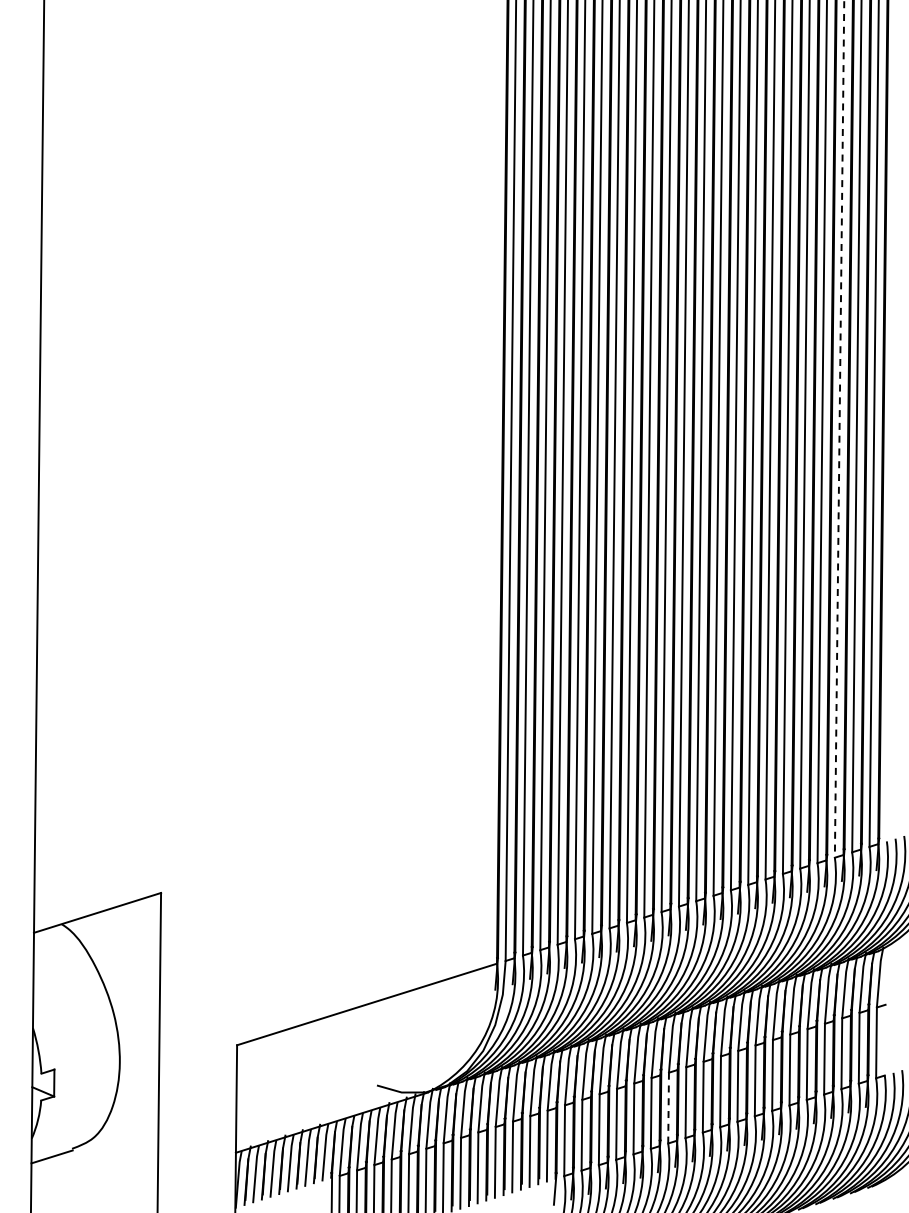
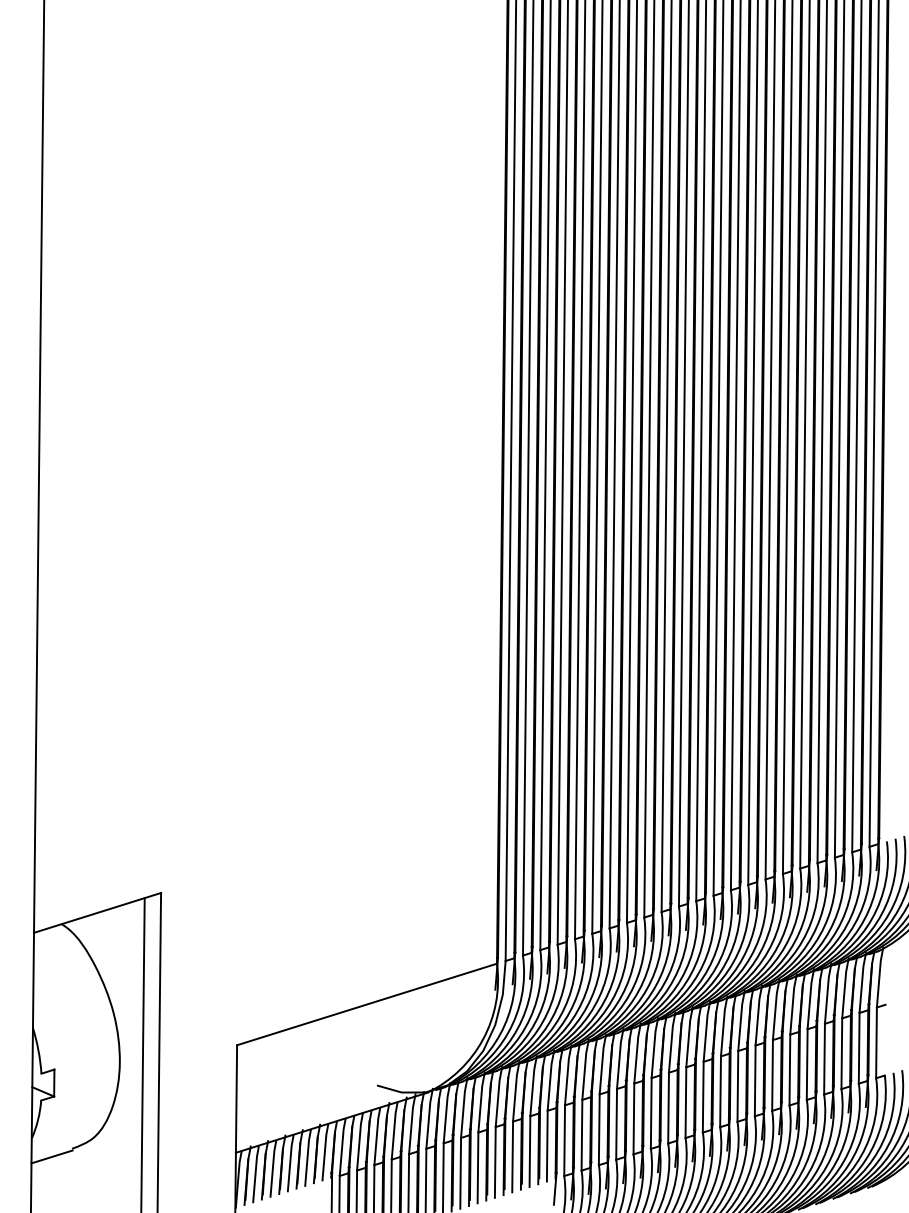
line at (839, 428): dashed -> solid
line at (142, 1053): none -> present
line at (668, 1108): dashed -> solid
